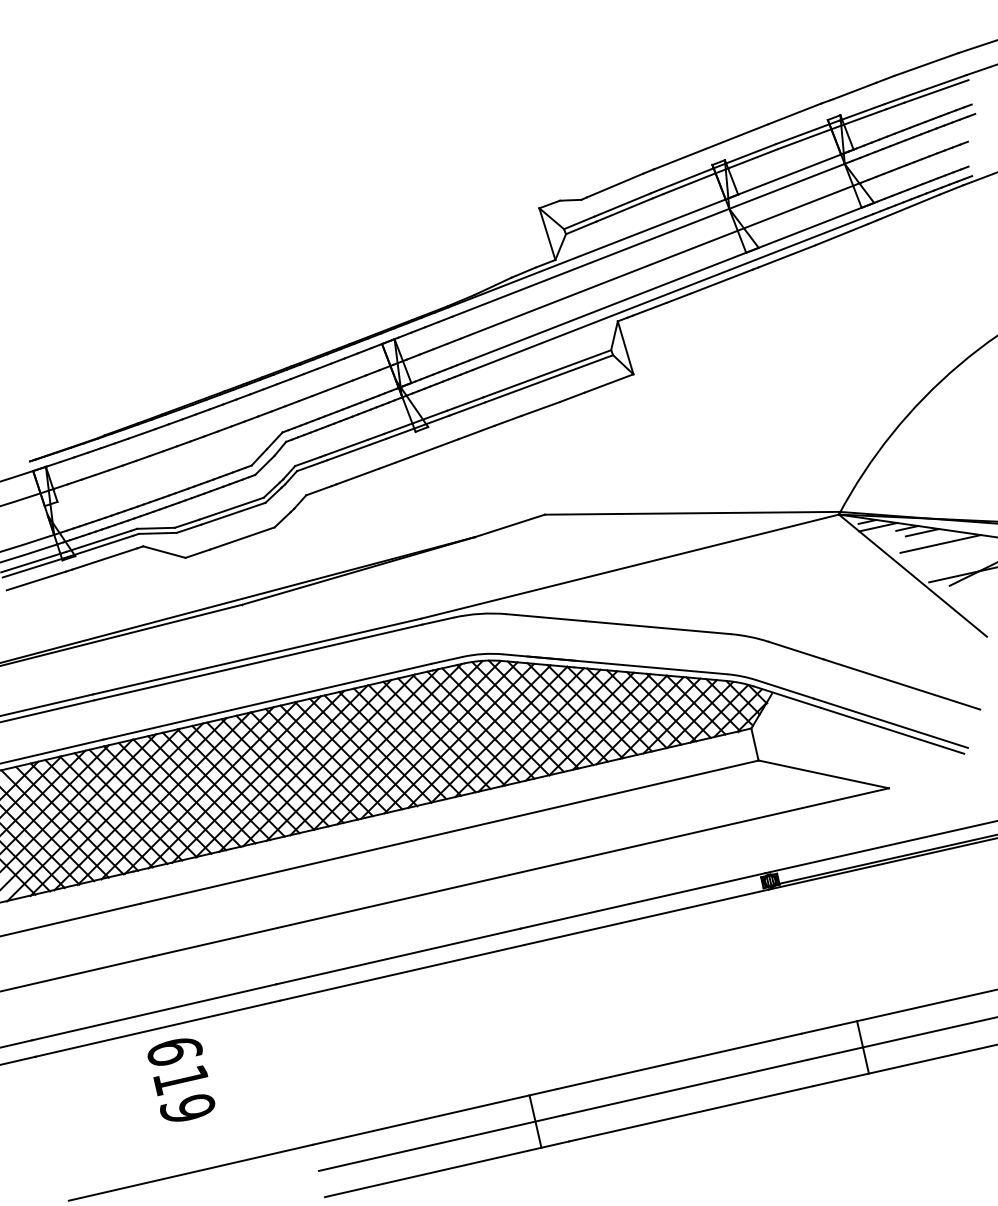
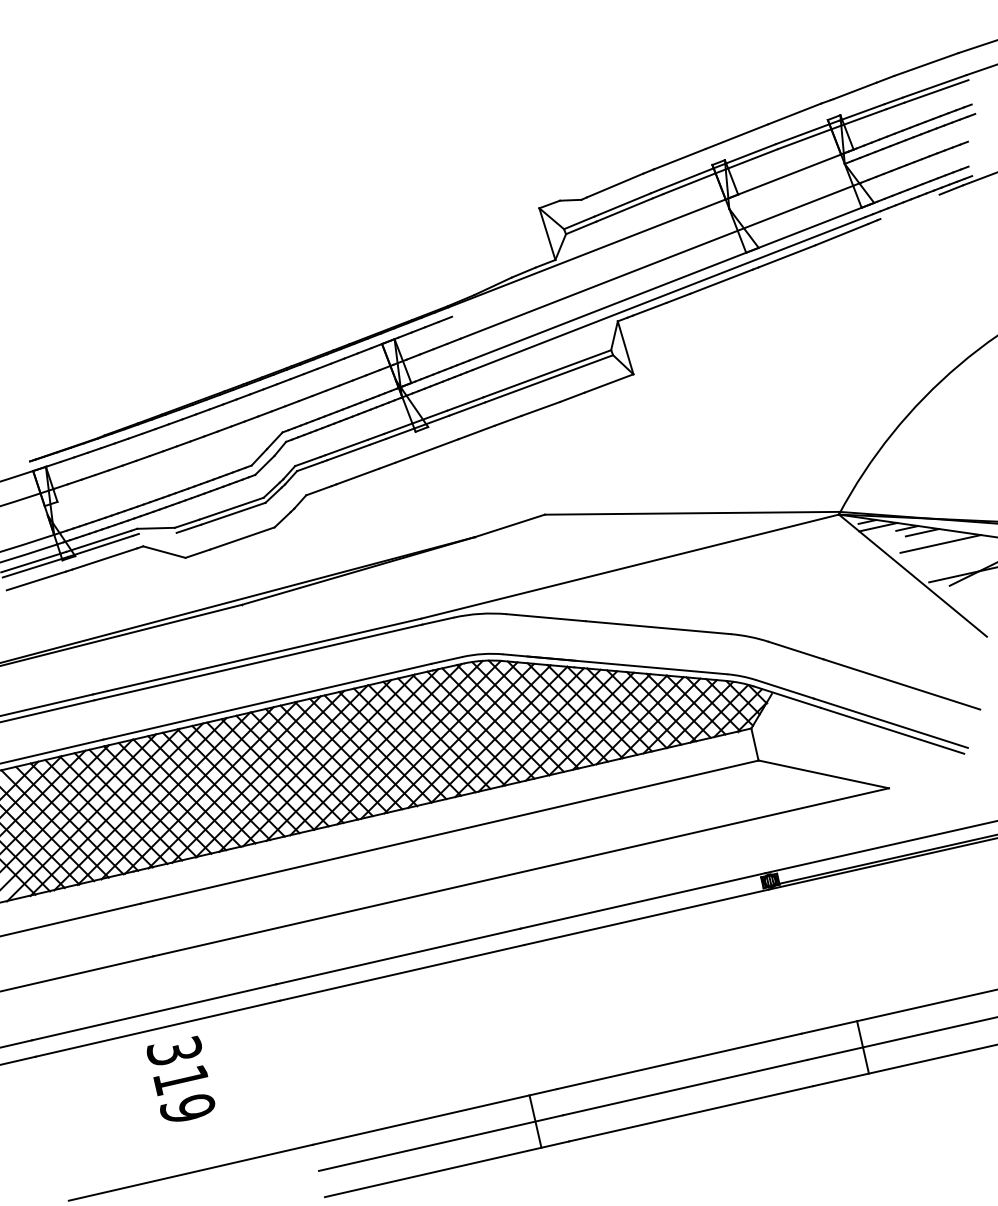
line at (909, 206): present -> none
line at (648, 239): present -> none
line at (157, 532): present -> none
text at (174, 1050): 619 -> 319
